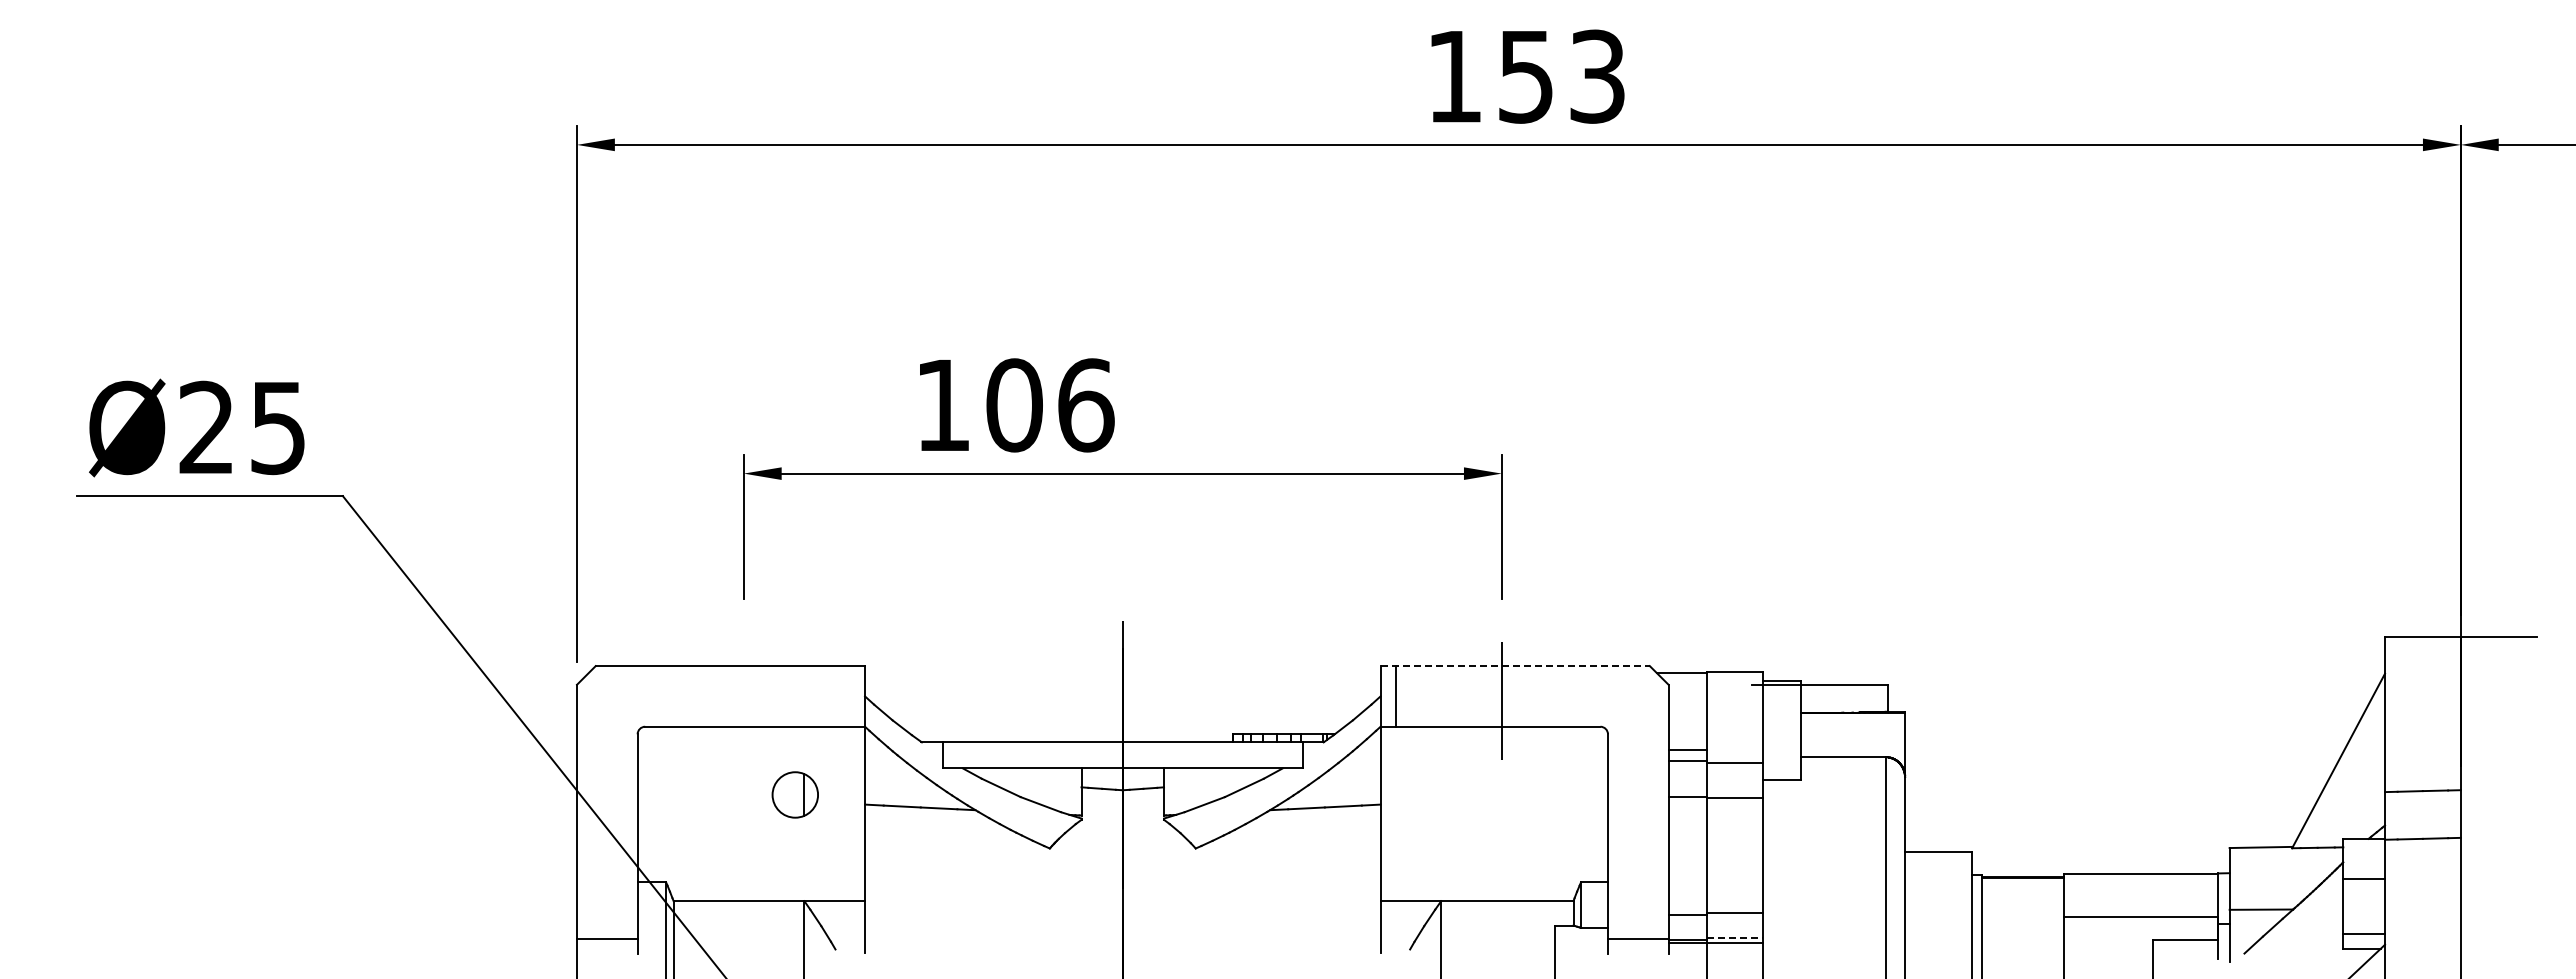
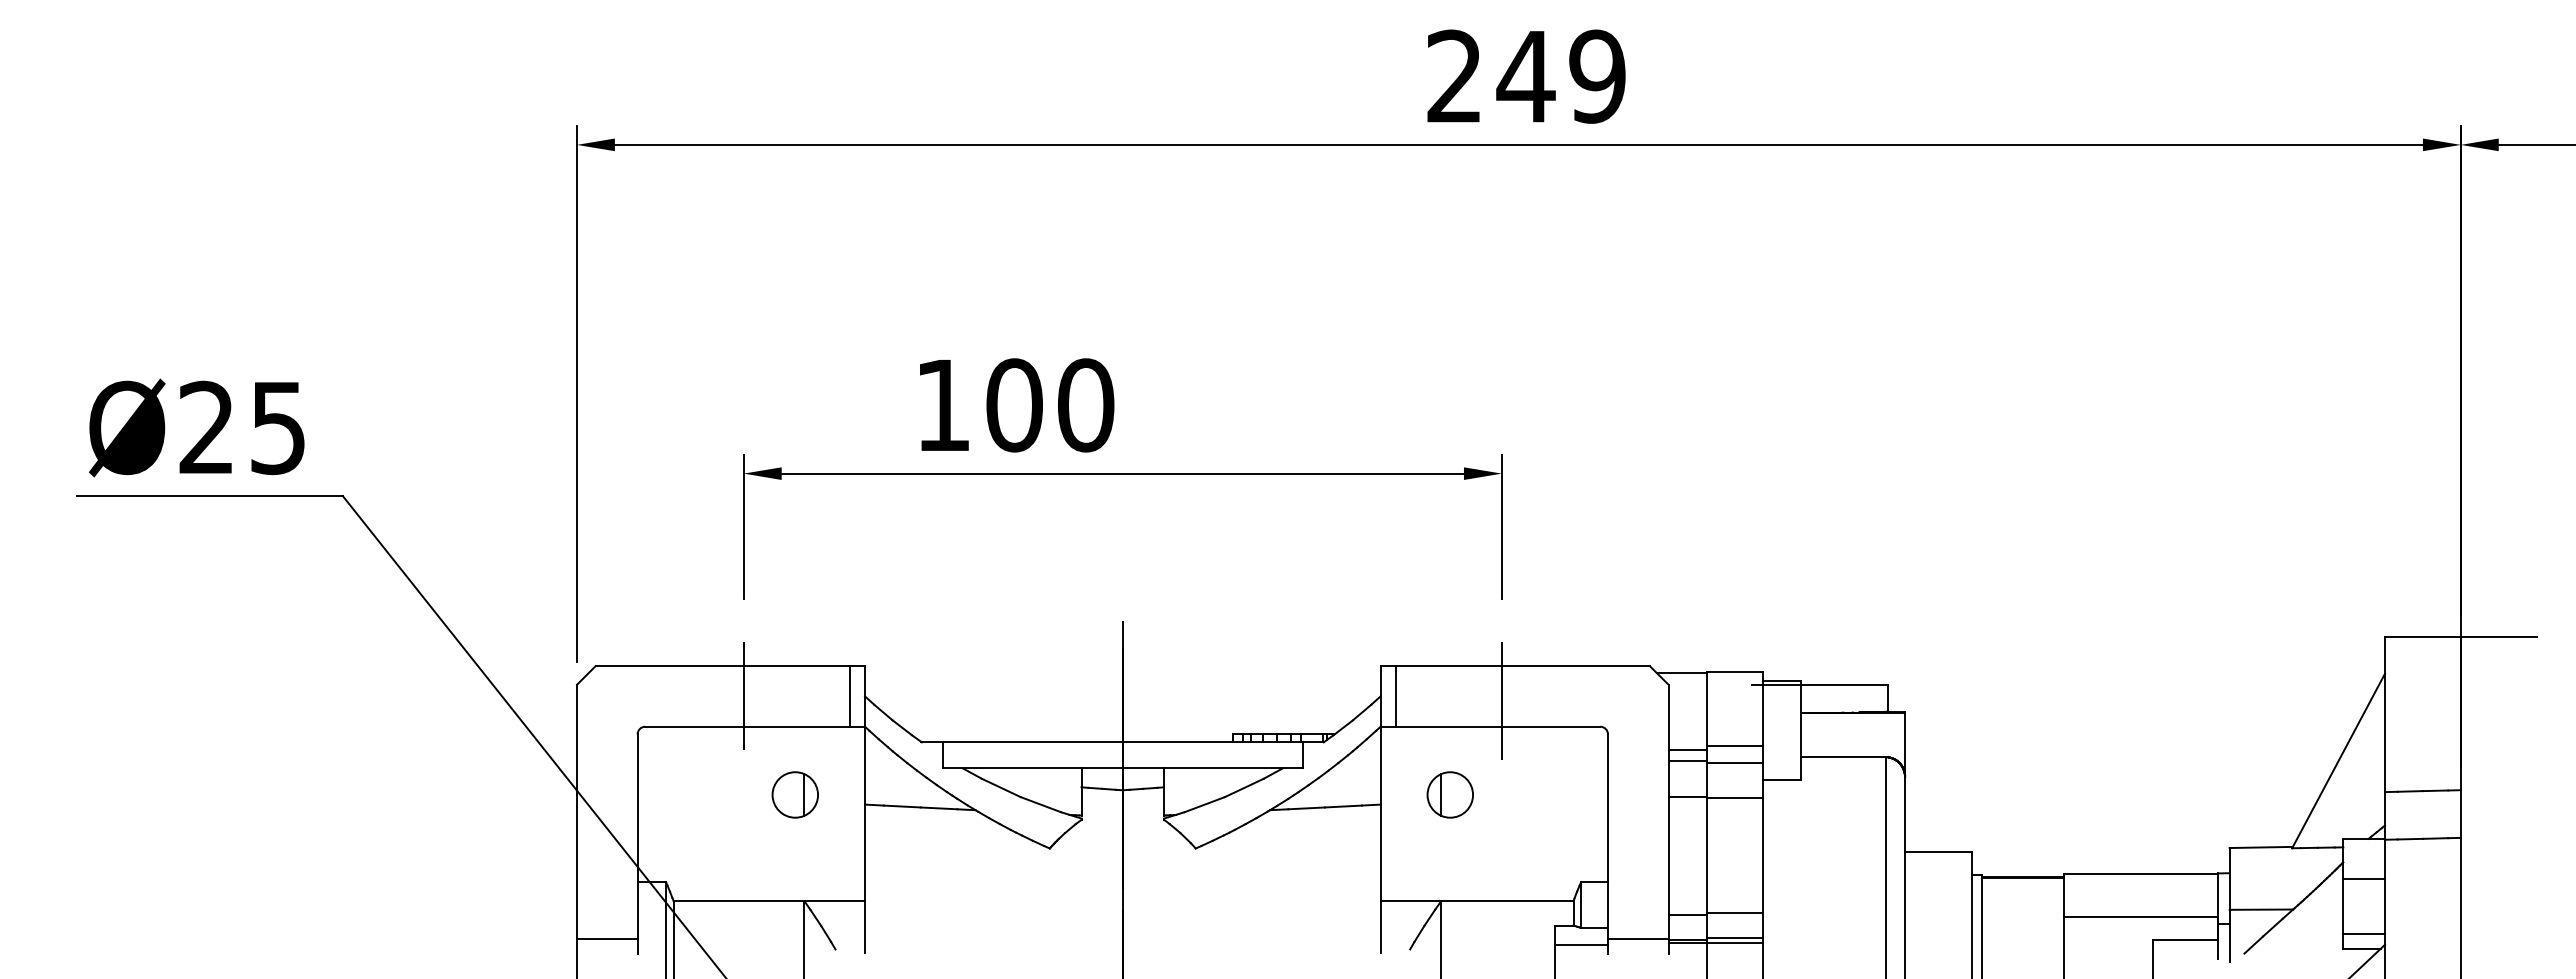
text at (1526, 76): 153 -> 249
text at (1086, 405): 106 -> 100
line at (1515, 666): dashed -> solid
line at (743, 695): none -> present
line at (849, 696): none -> present
line at (1734, 745): none -> present
part at (1449, 794): none -> present
line at (1735, 938): dashed -> solid
line at (1580, 944): none -> present
